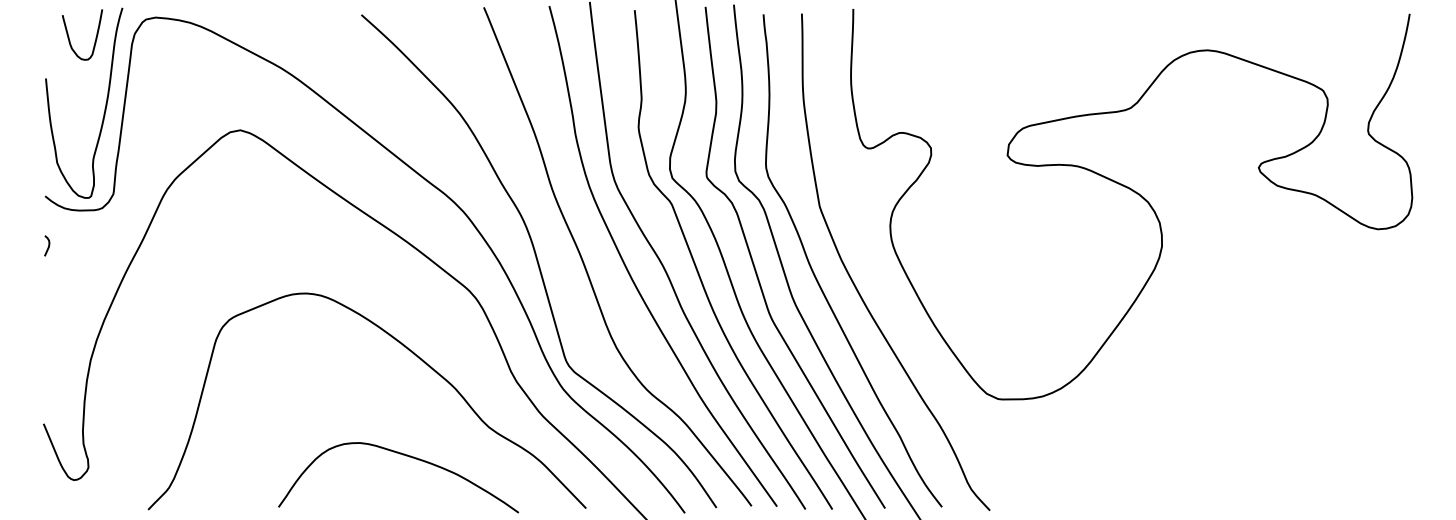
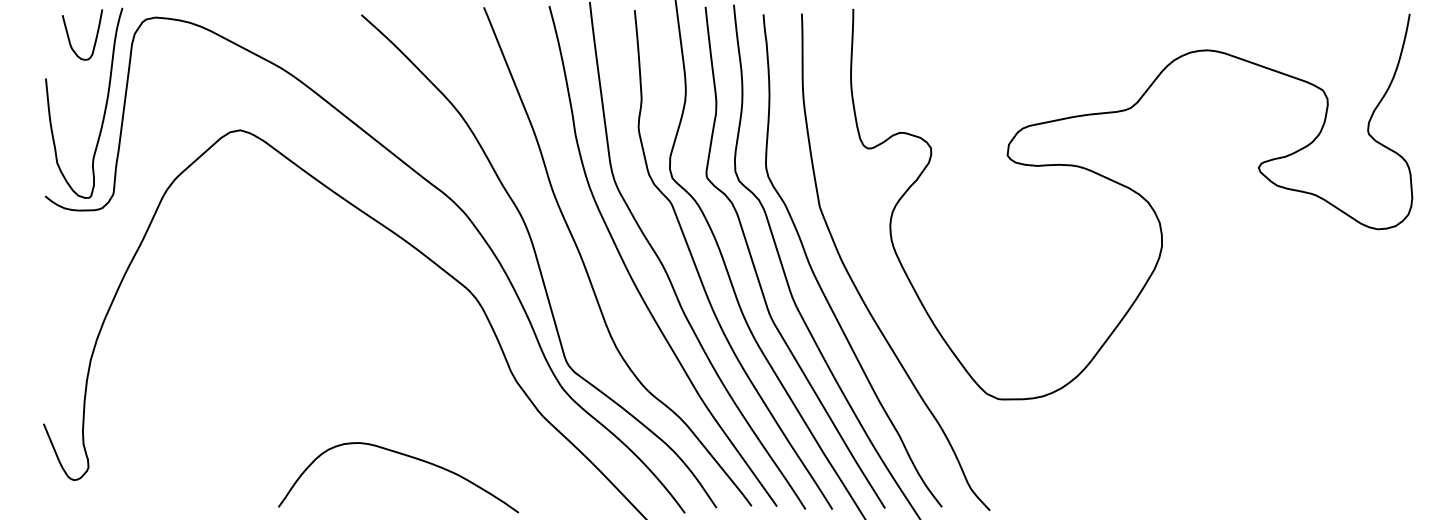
curve at (48, 245): present -> none
curve at (404, 347): present -> none
